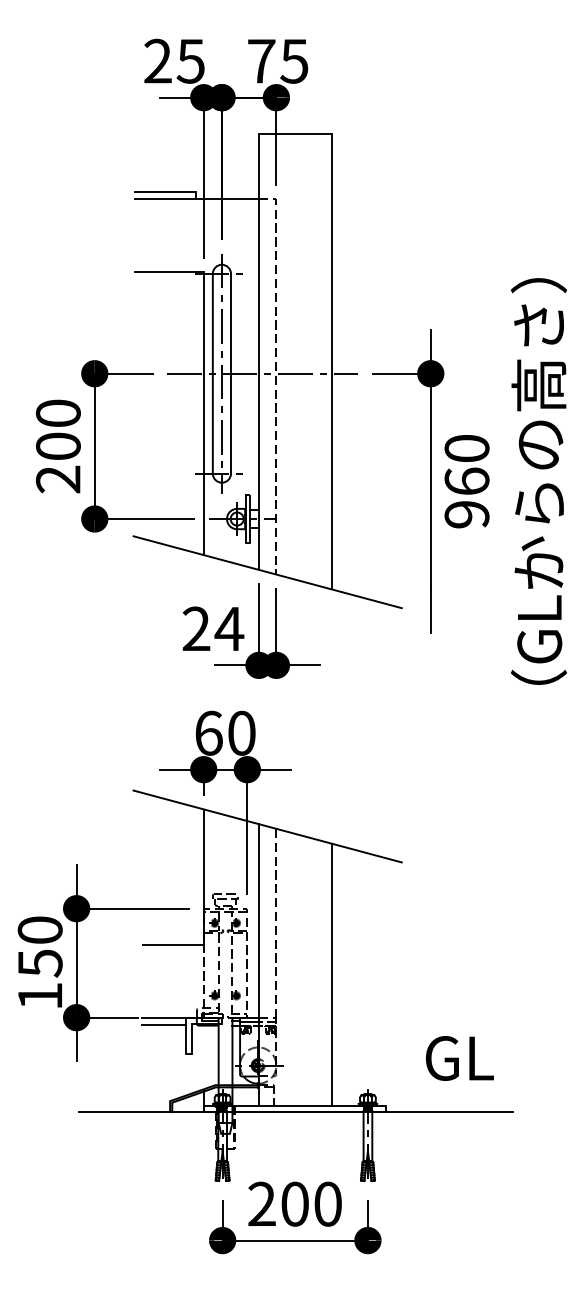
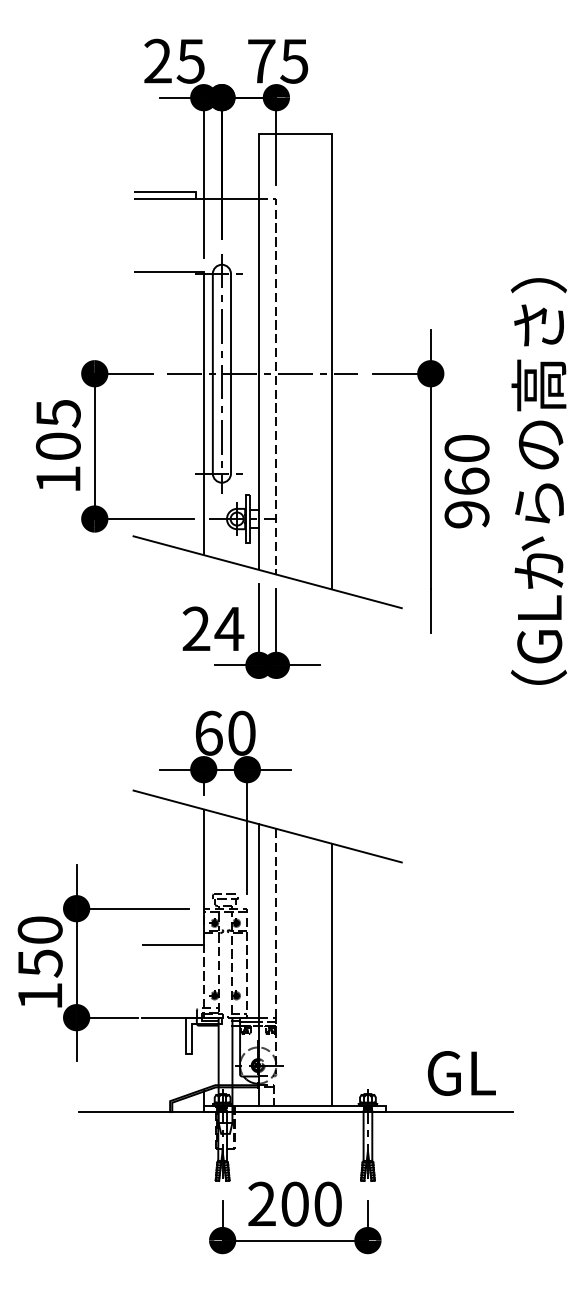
text at (57, 446): 200 -> 105
line at (163, 1024): present -> none
text at (459, 1058) position: (459, 1058) -> (461, 1073)
